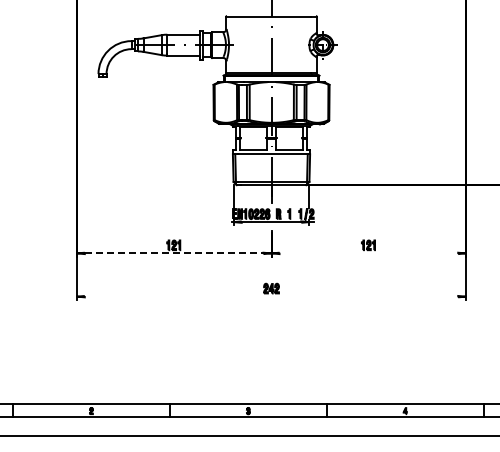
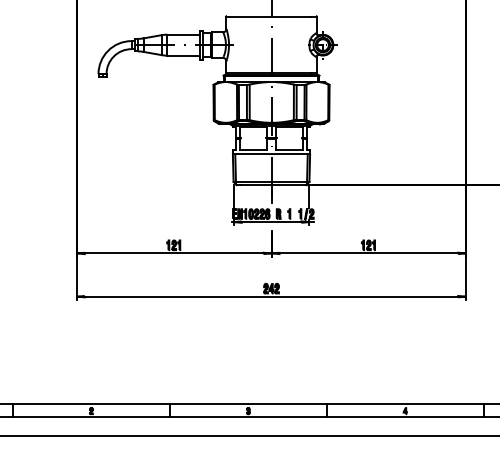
line at (174, 253): dashed -> solid
line at (368, 253): none -> present
line at (271, 296): none -> present
